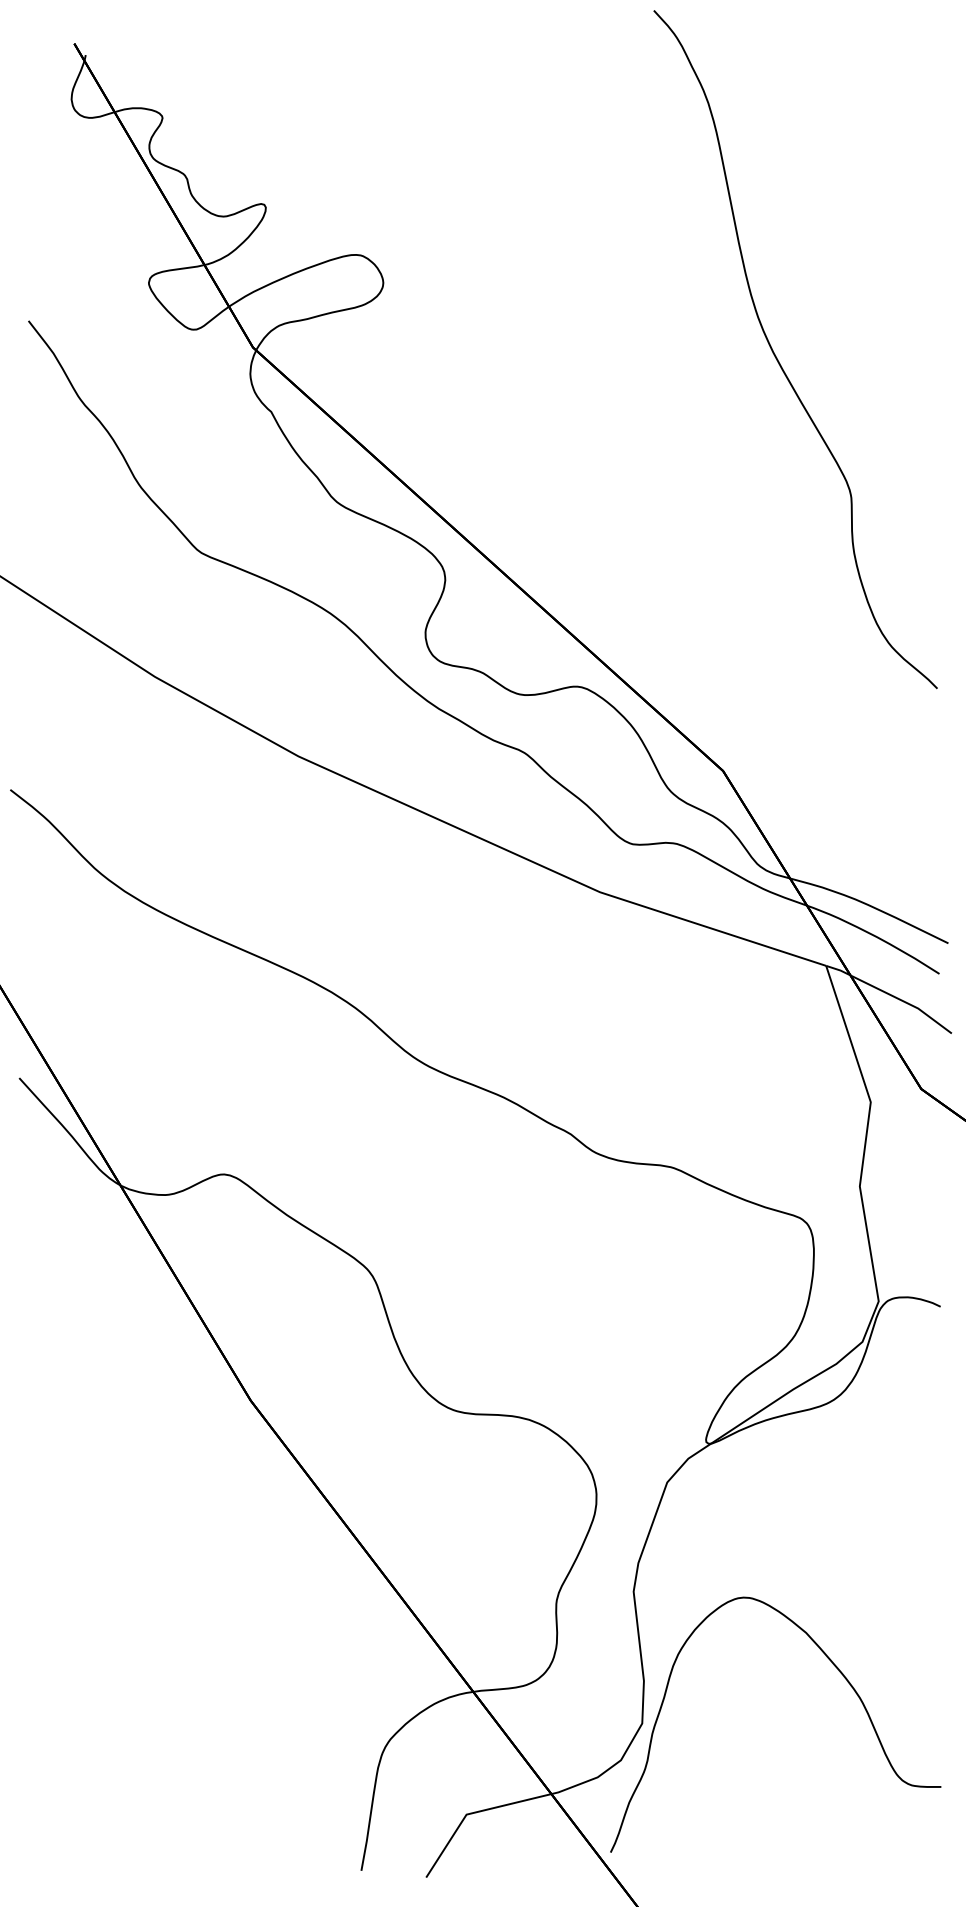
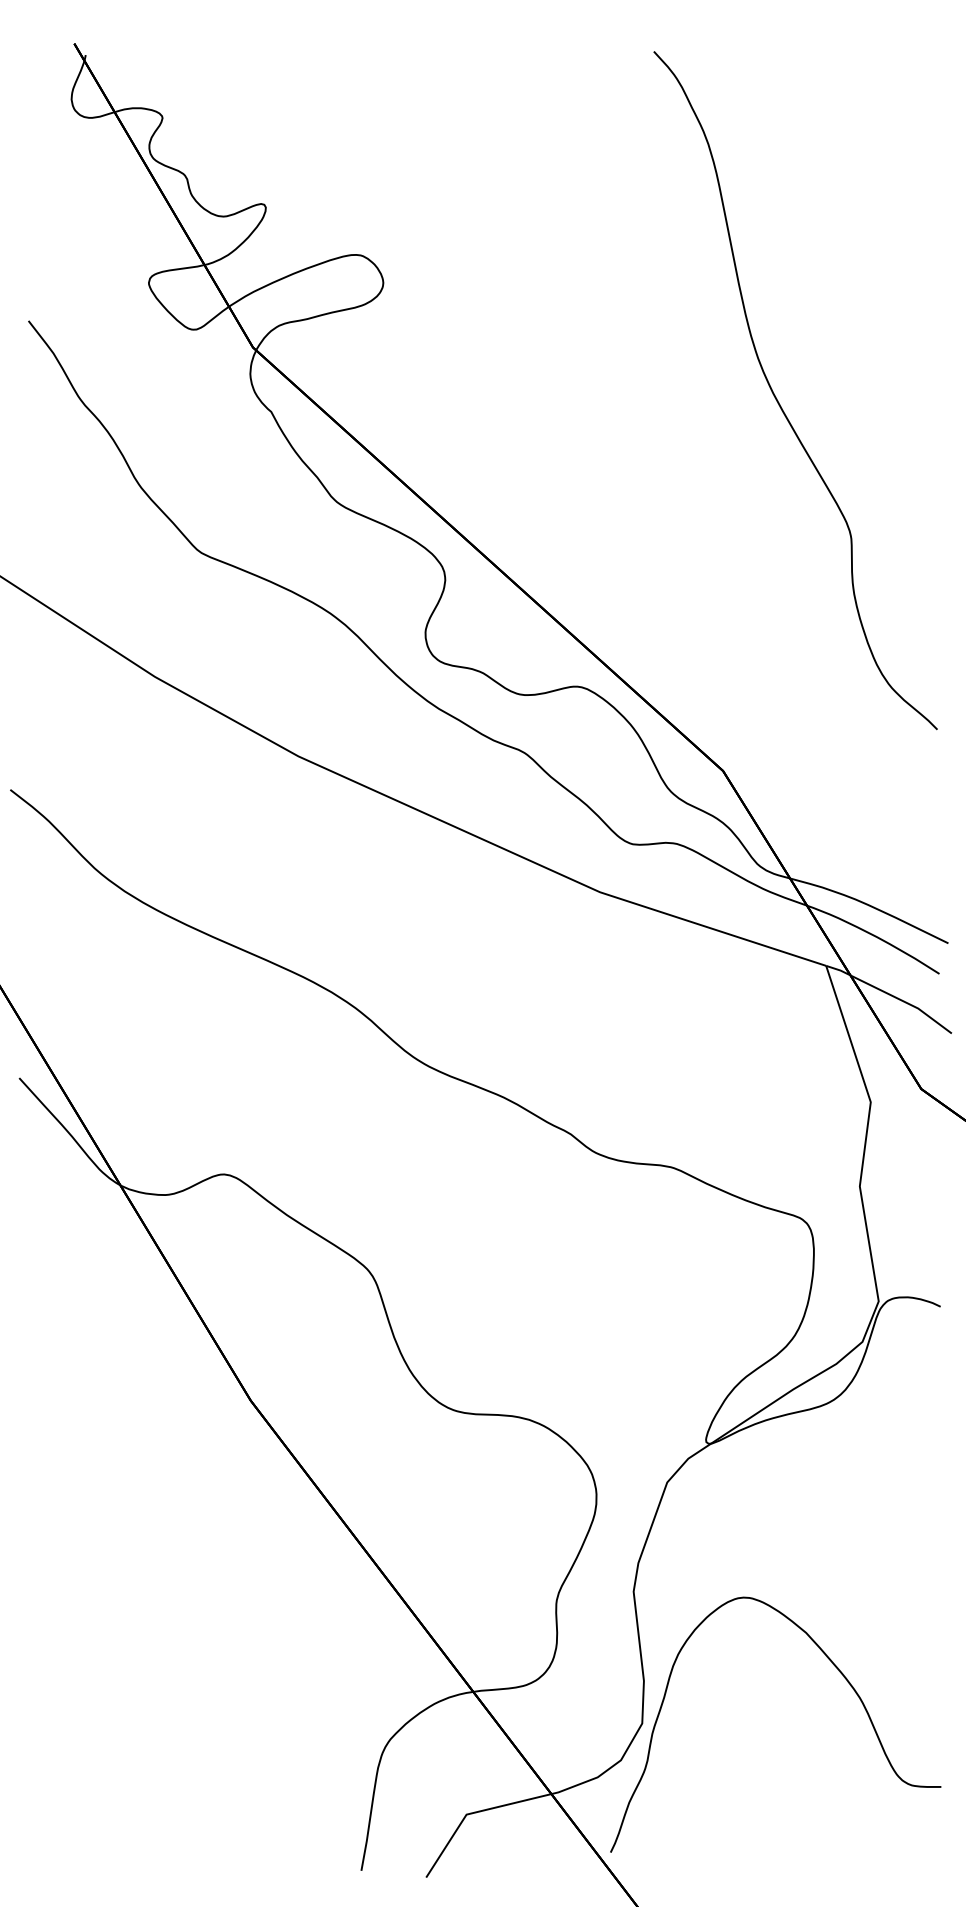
curve at (777, 357) position: (777, 357) -> (777, 398)
